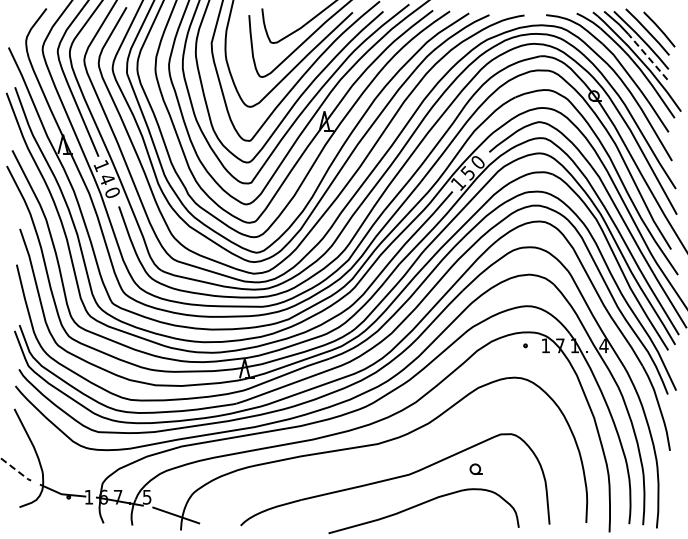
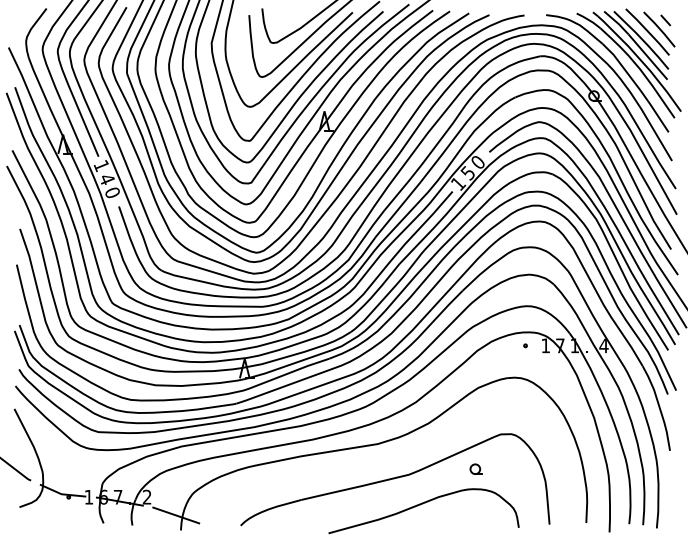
line at (665, 20): none -> present
line at (648, 57): dashed -> solid
line at (16, 470): dashed -> solid
text at (147, 496): 5 -> 2
